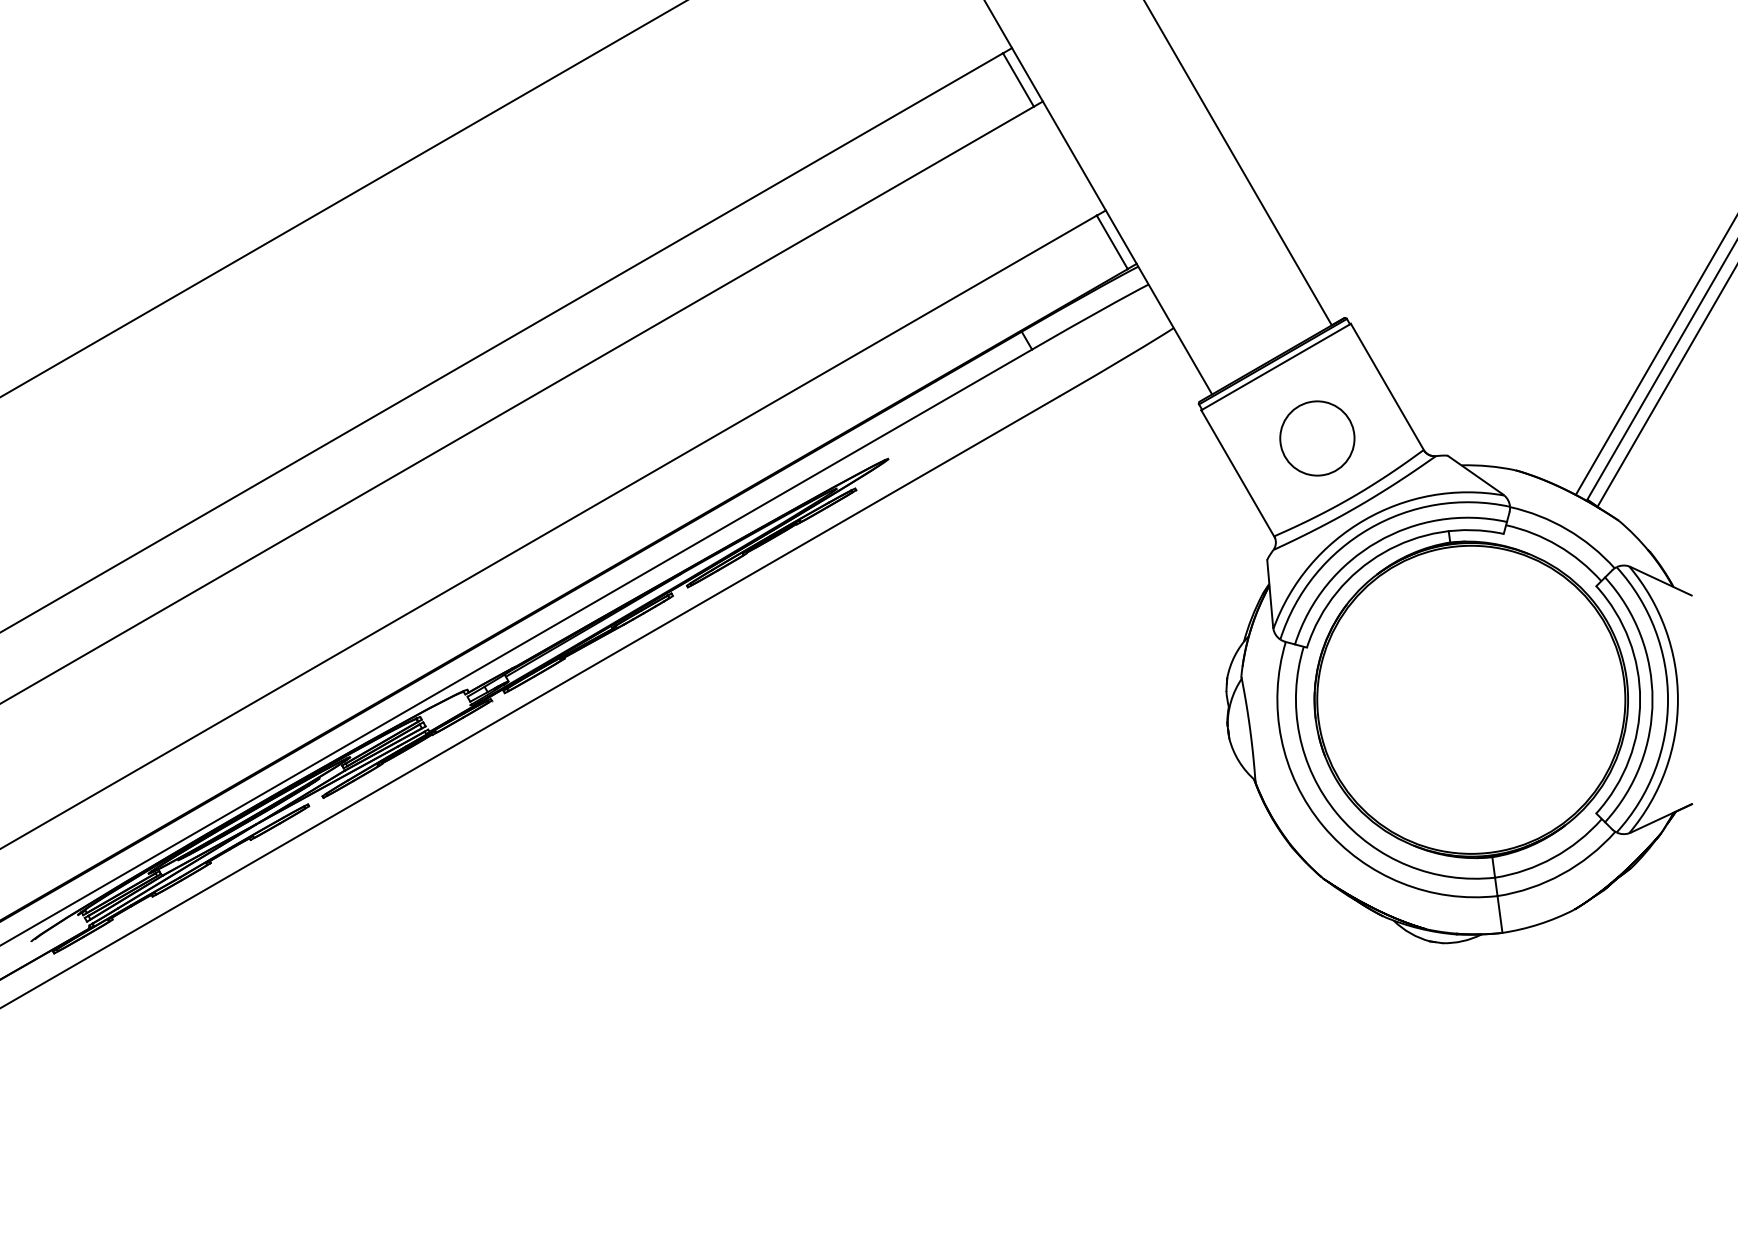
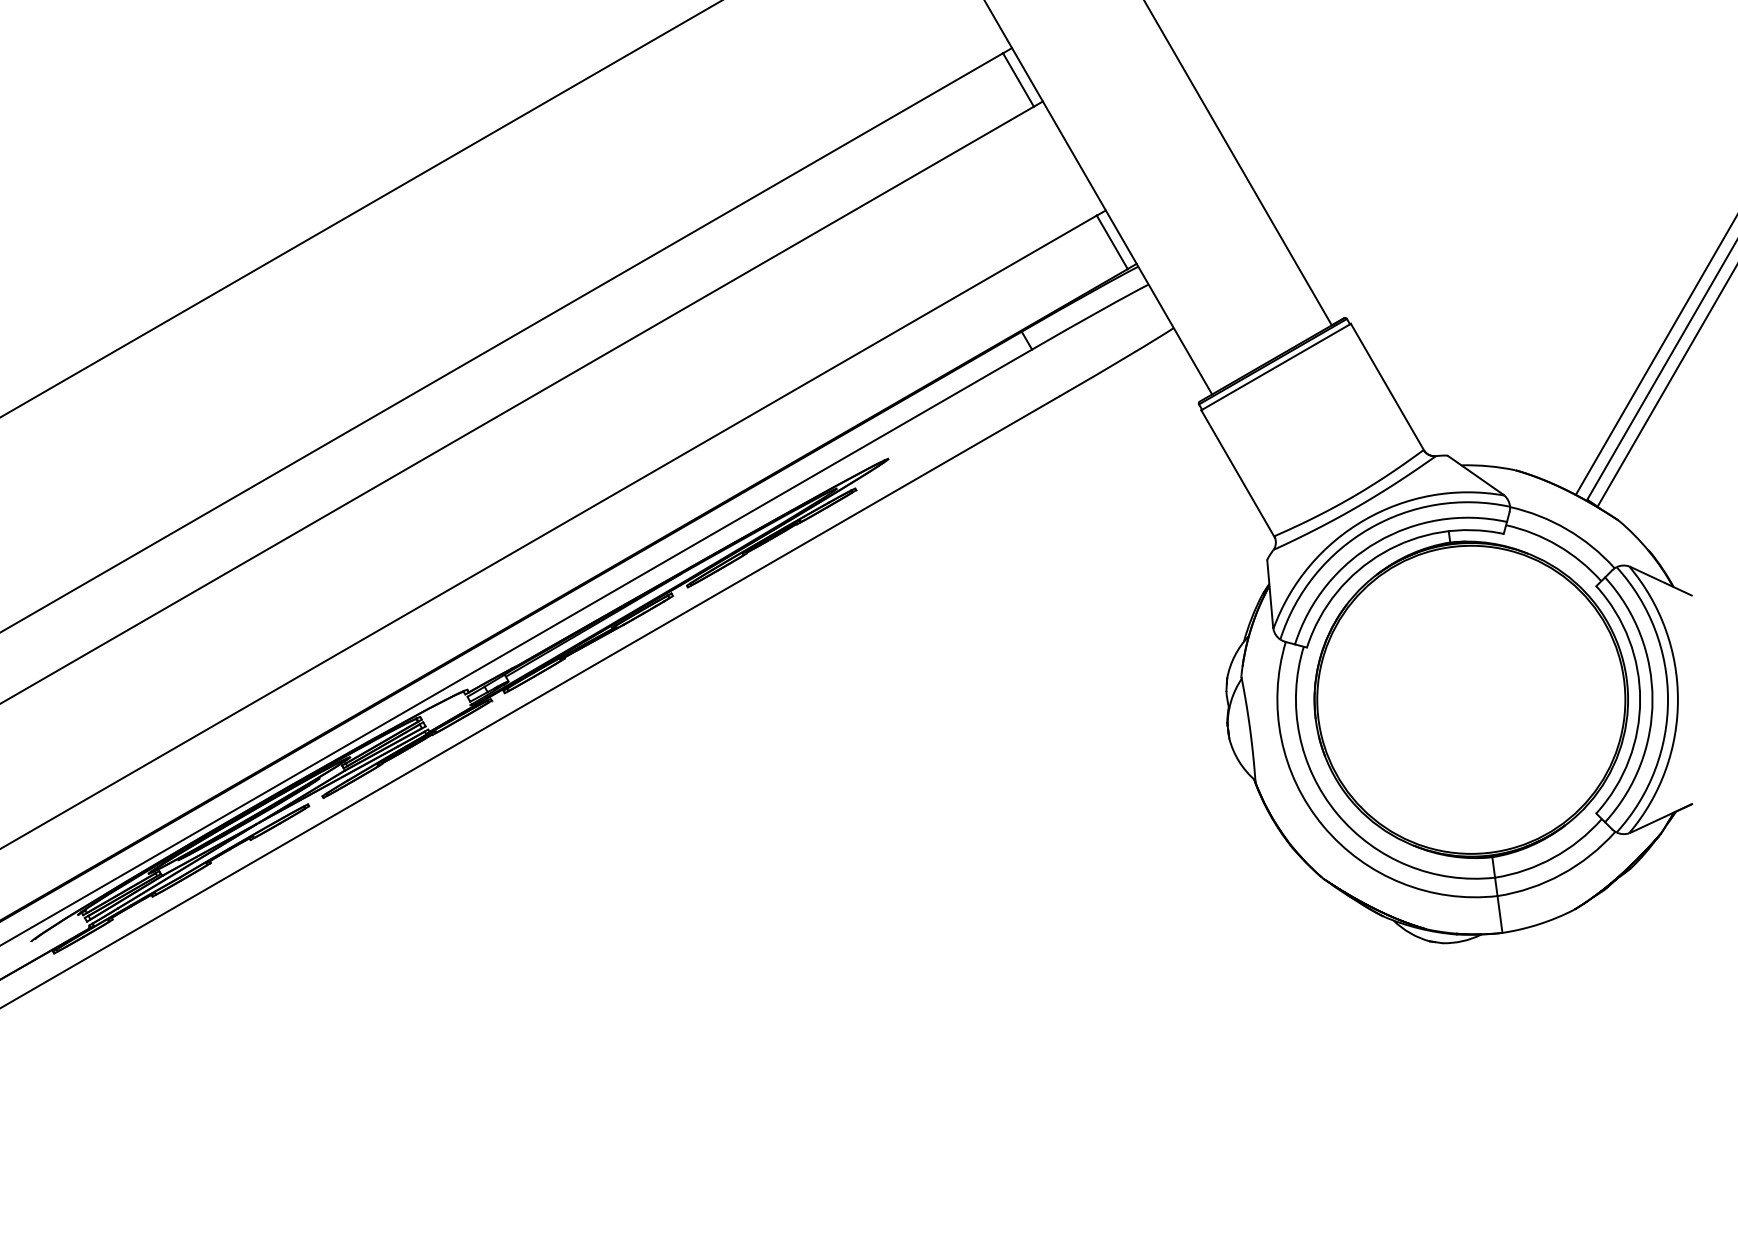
line at (343, 199) position: (343, 199) -> (360, 209)
circle at (1317, 438): present -> none
